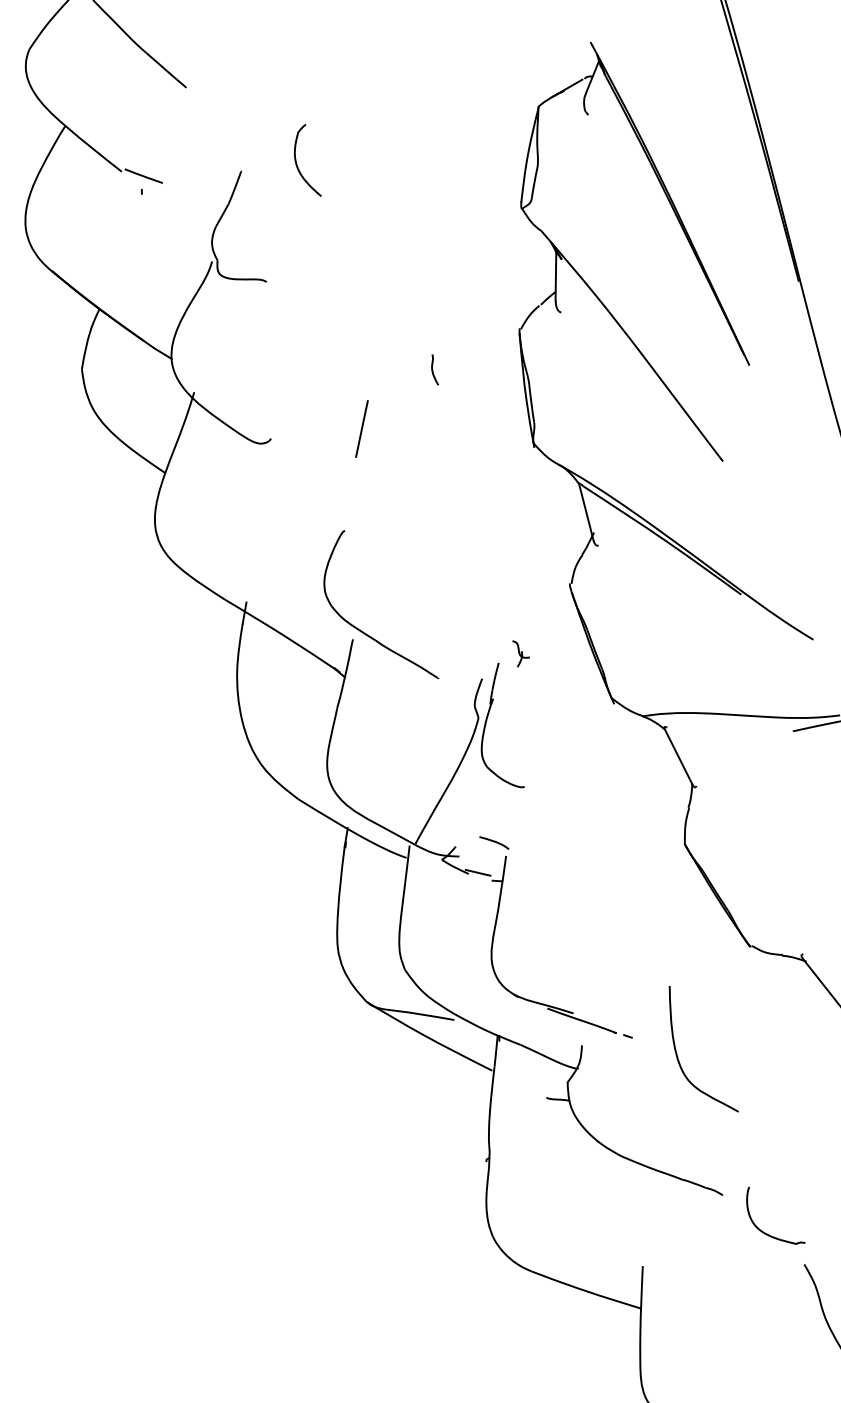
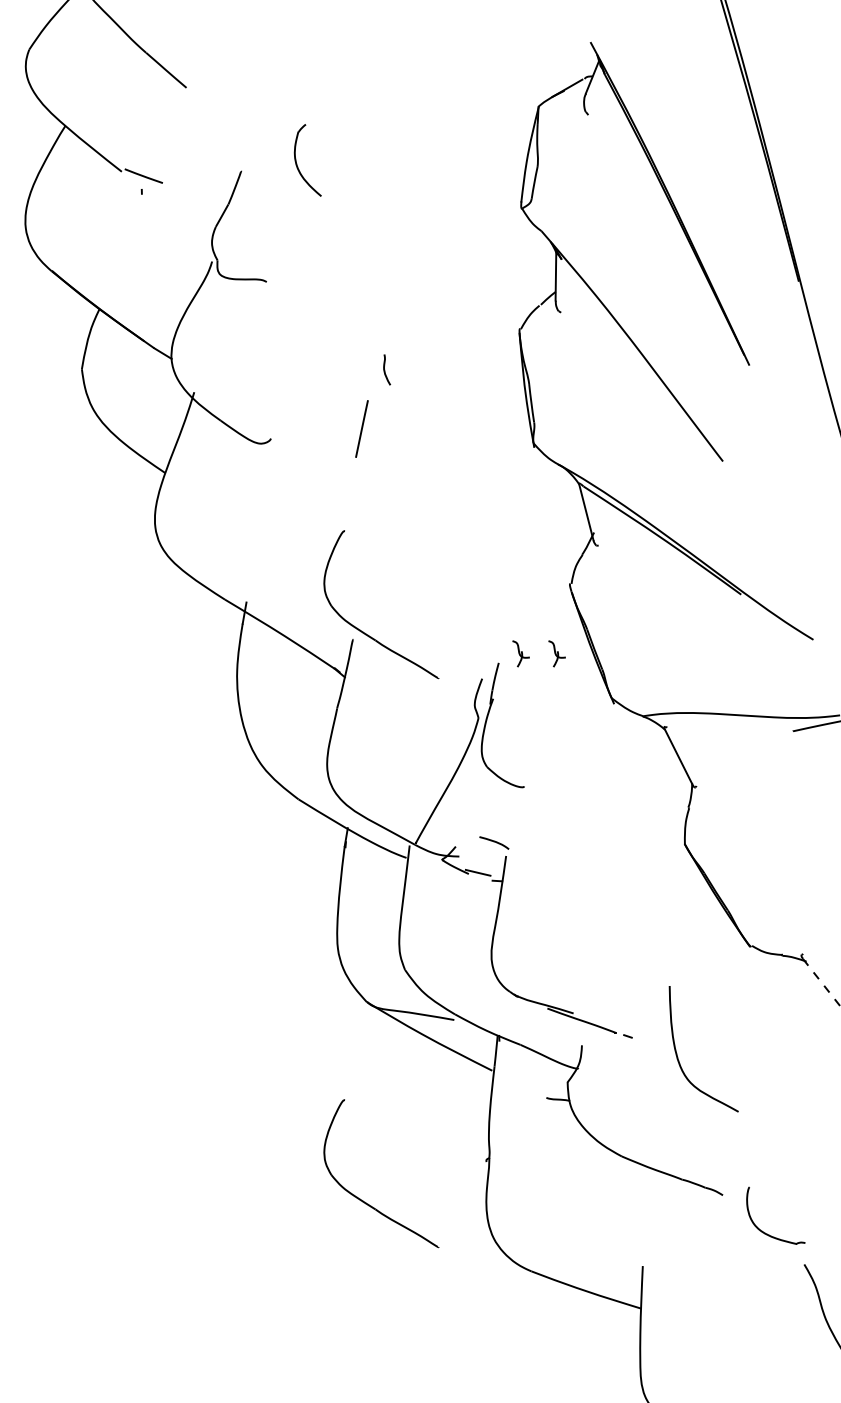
curve at (433, 370) position: (433, 370) -> (385, 370)
part at (556, 653): none -> present
line at (822, 983): solid -> dashed
part at (363, 1200): none -> present
